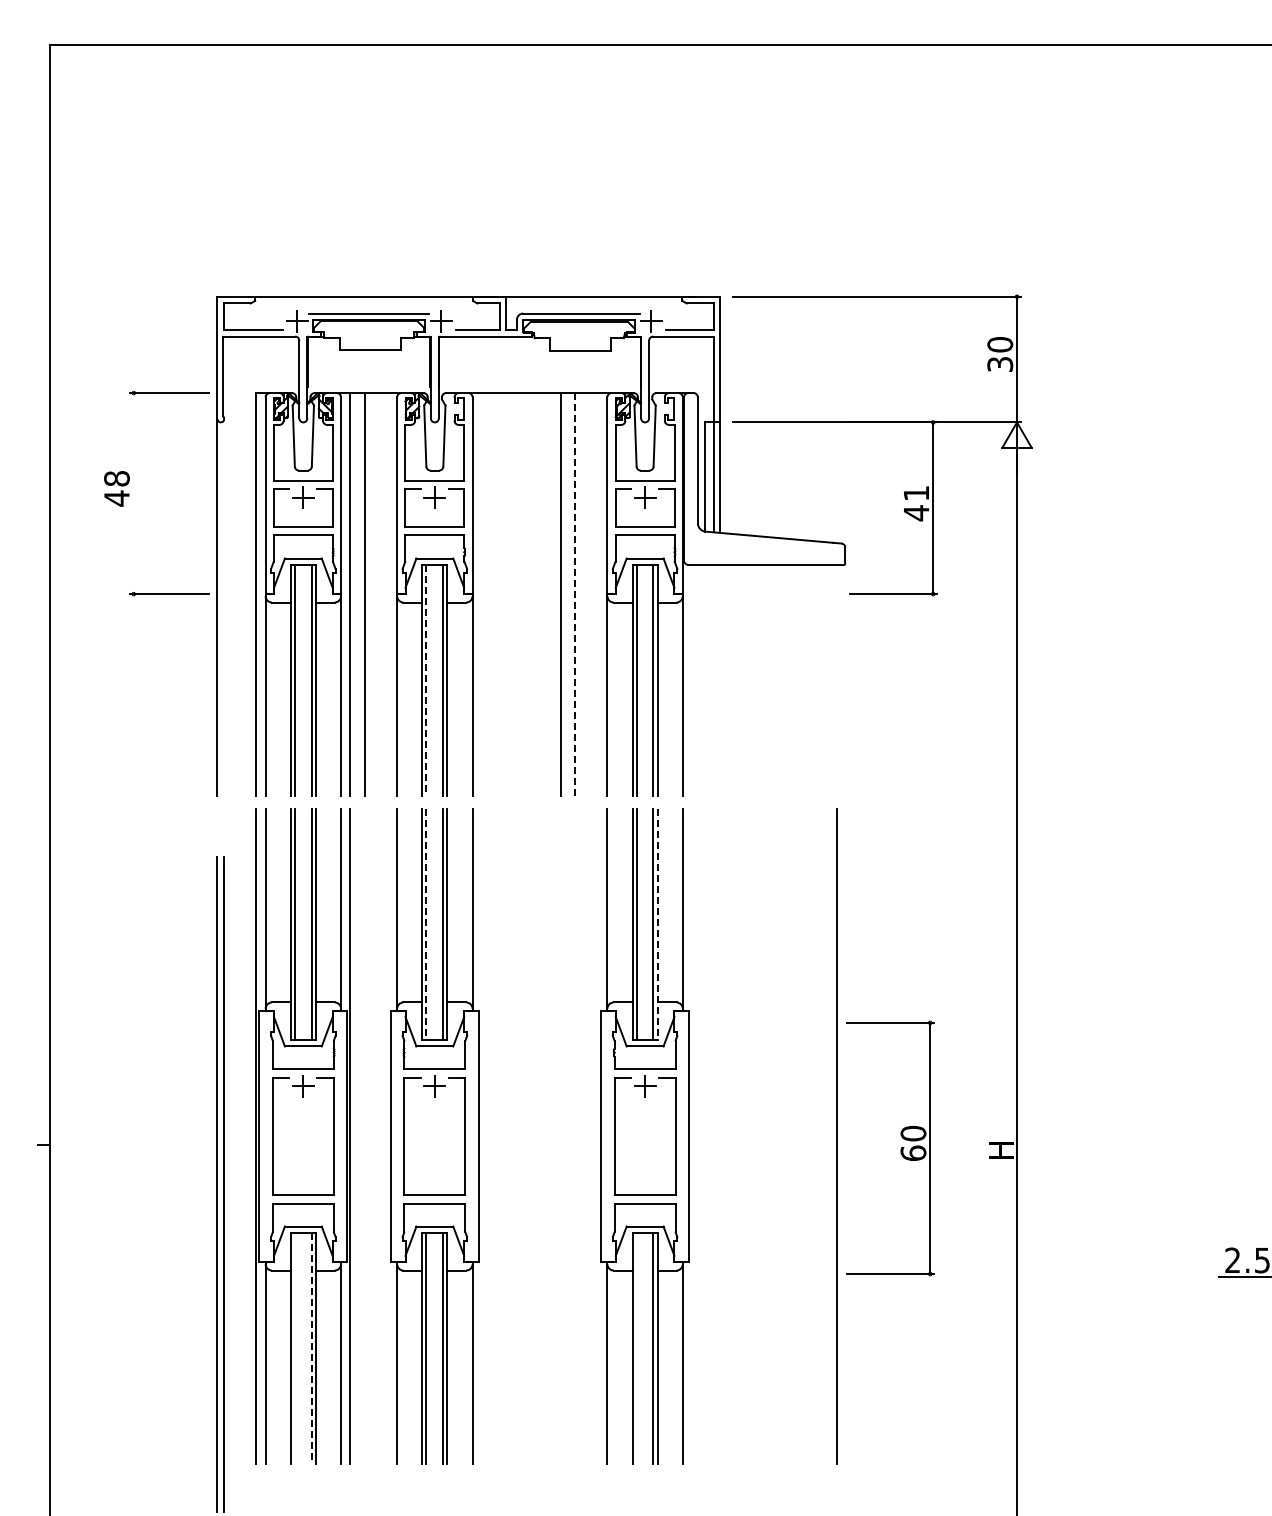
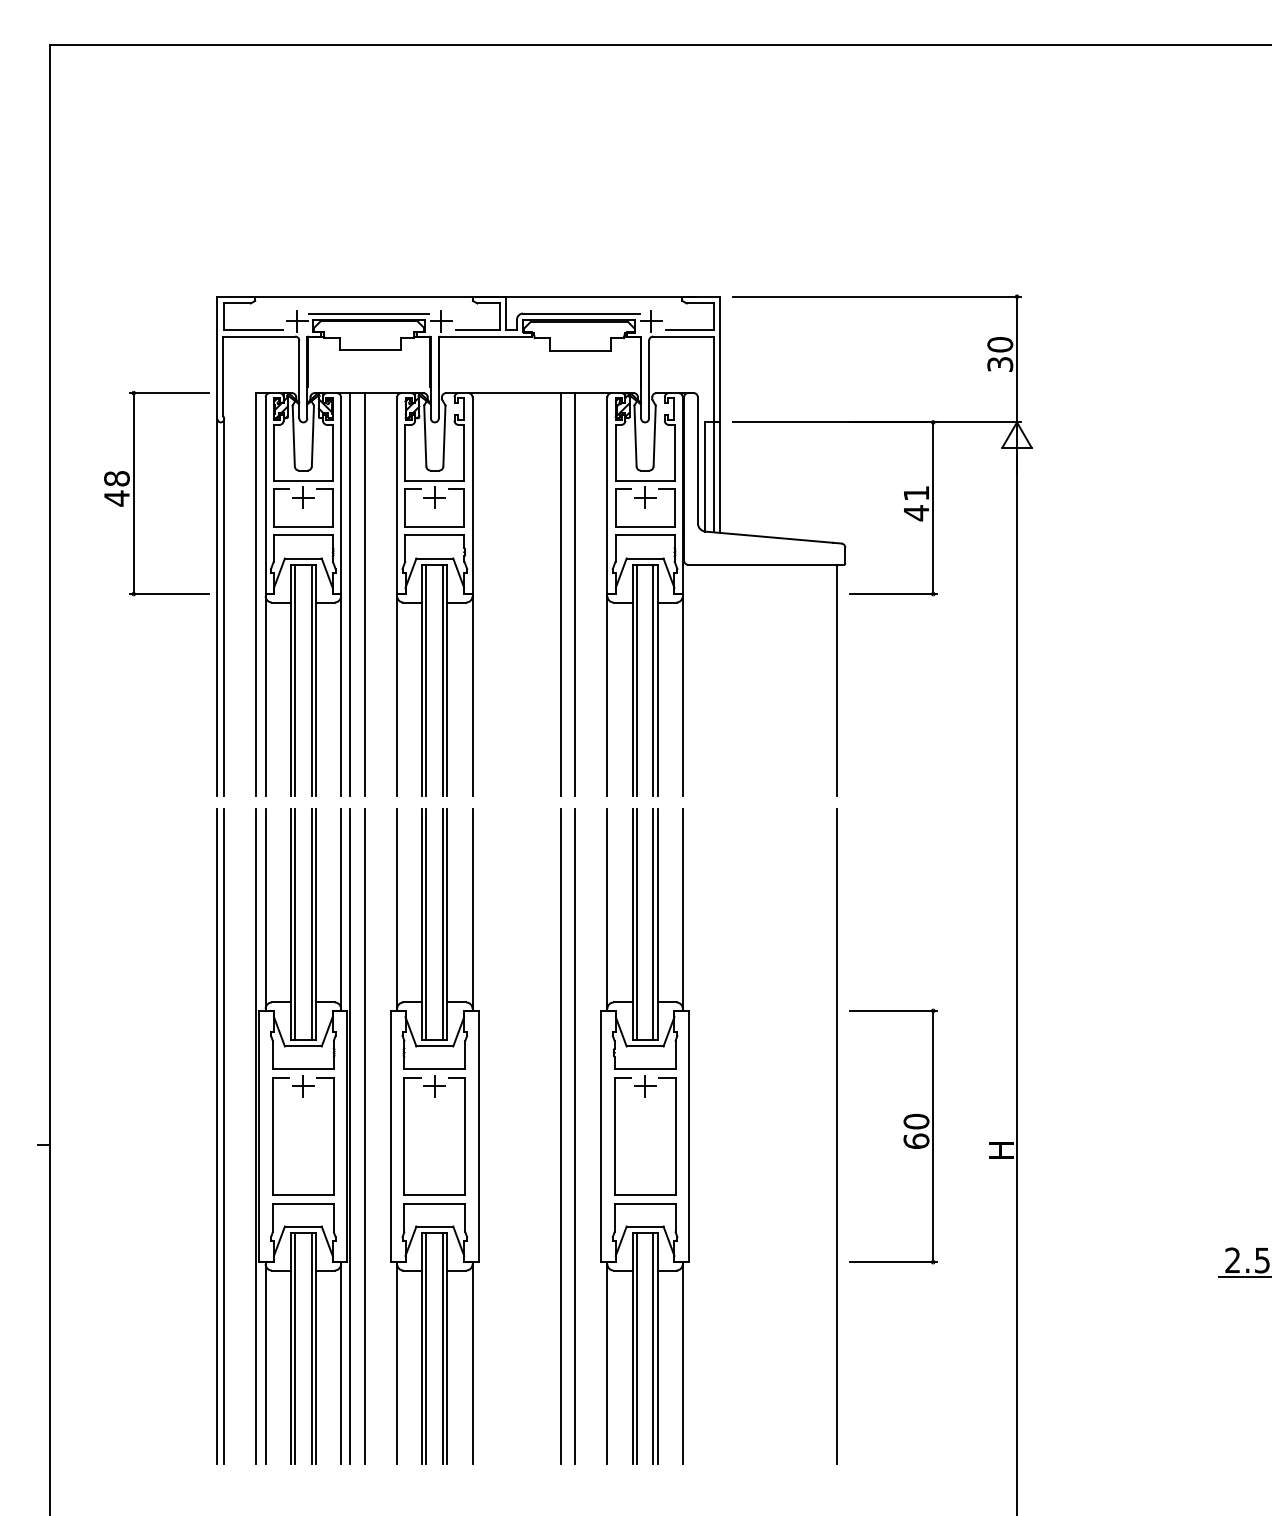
line at (133, 493): none -> present
line at (575, 594): dashed -> solid
line at (224, 607): none -> present
line at (426, 680): dashed -> solid
line at (836, 680): none -> present
line at (426, 924): dashed -> solid
line at (657, 924): dashed -> solid
line at (364, 1136): none -> present
line at (560, 1136): none -> present
line at (575, 1136): none -> present
part at (900, 1149) position: (900, 1149) -> (903, 1137)
part at (220, 1184) position: (220, 1184) -> (220, 1136)
line at (294, 1348): none -> present
line at (311, 1348): dashed -> solid
line at (636, 1348): none -> present
